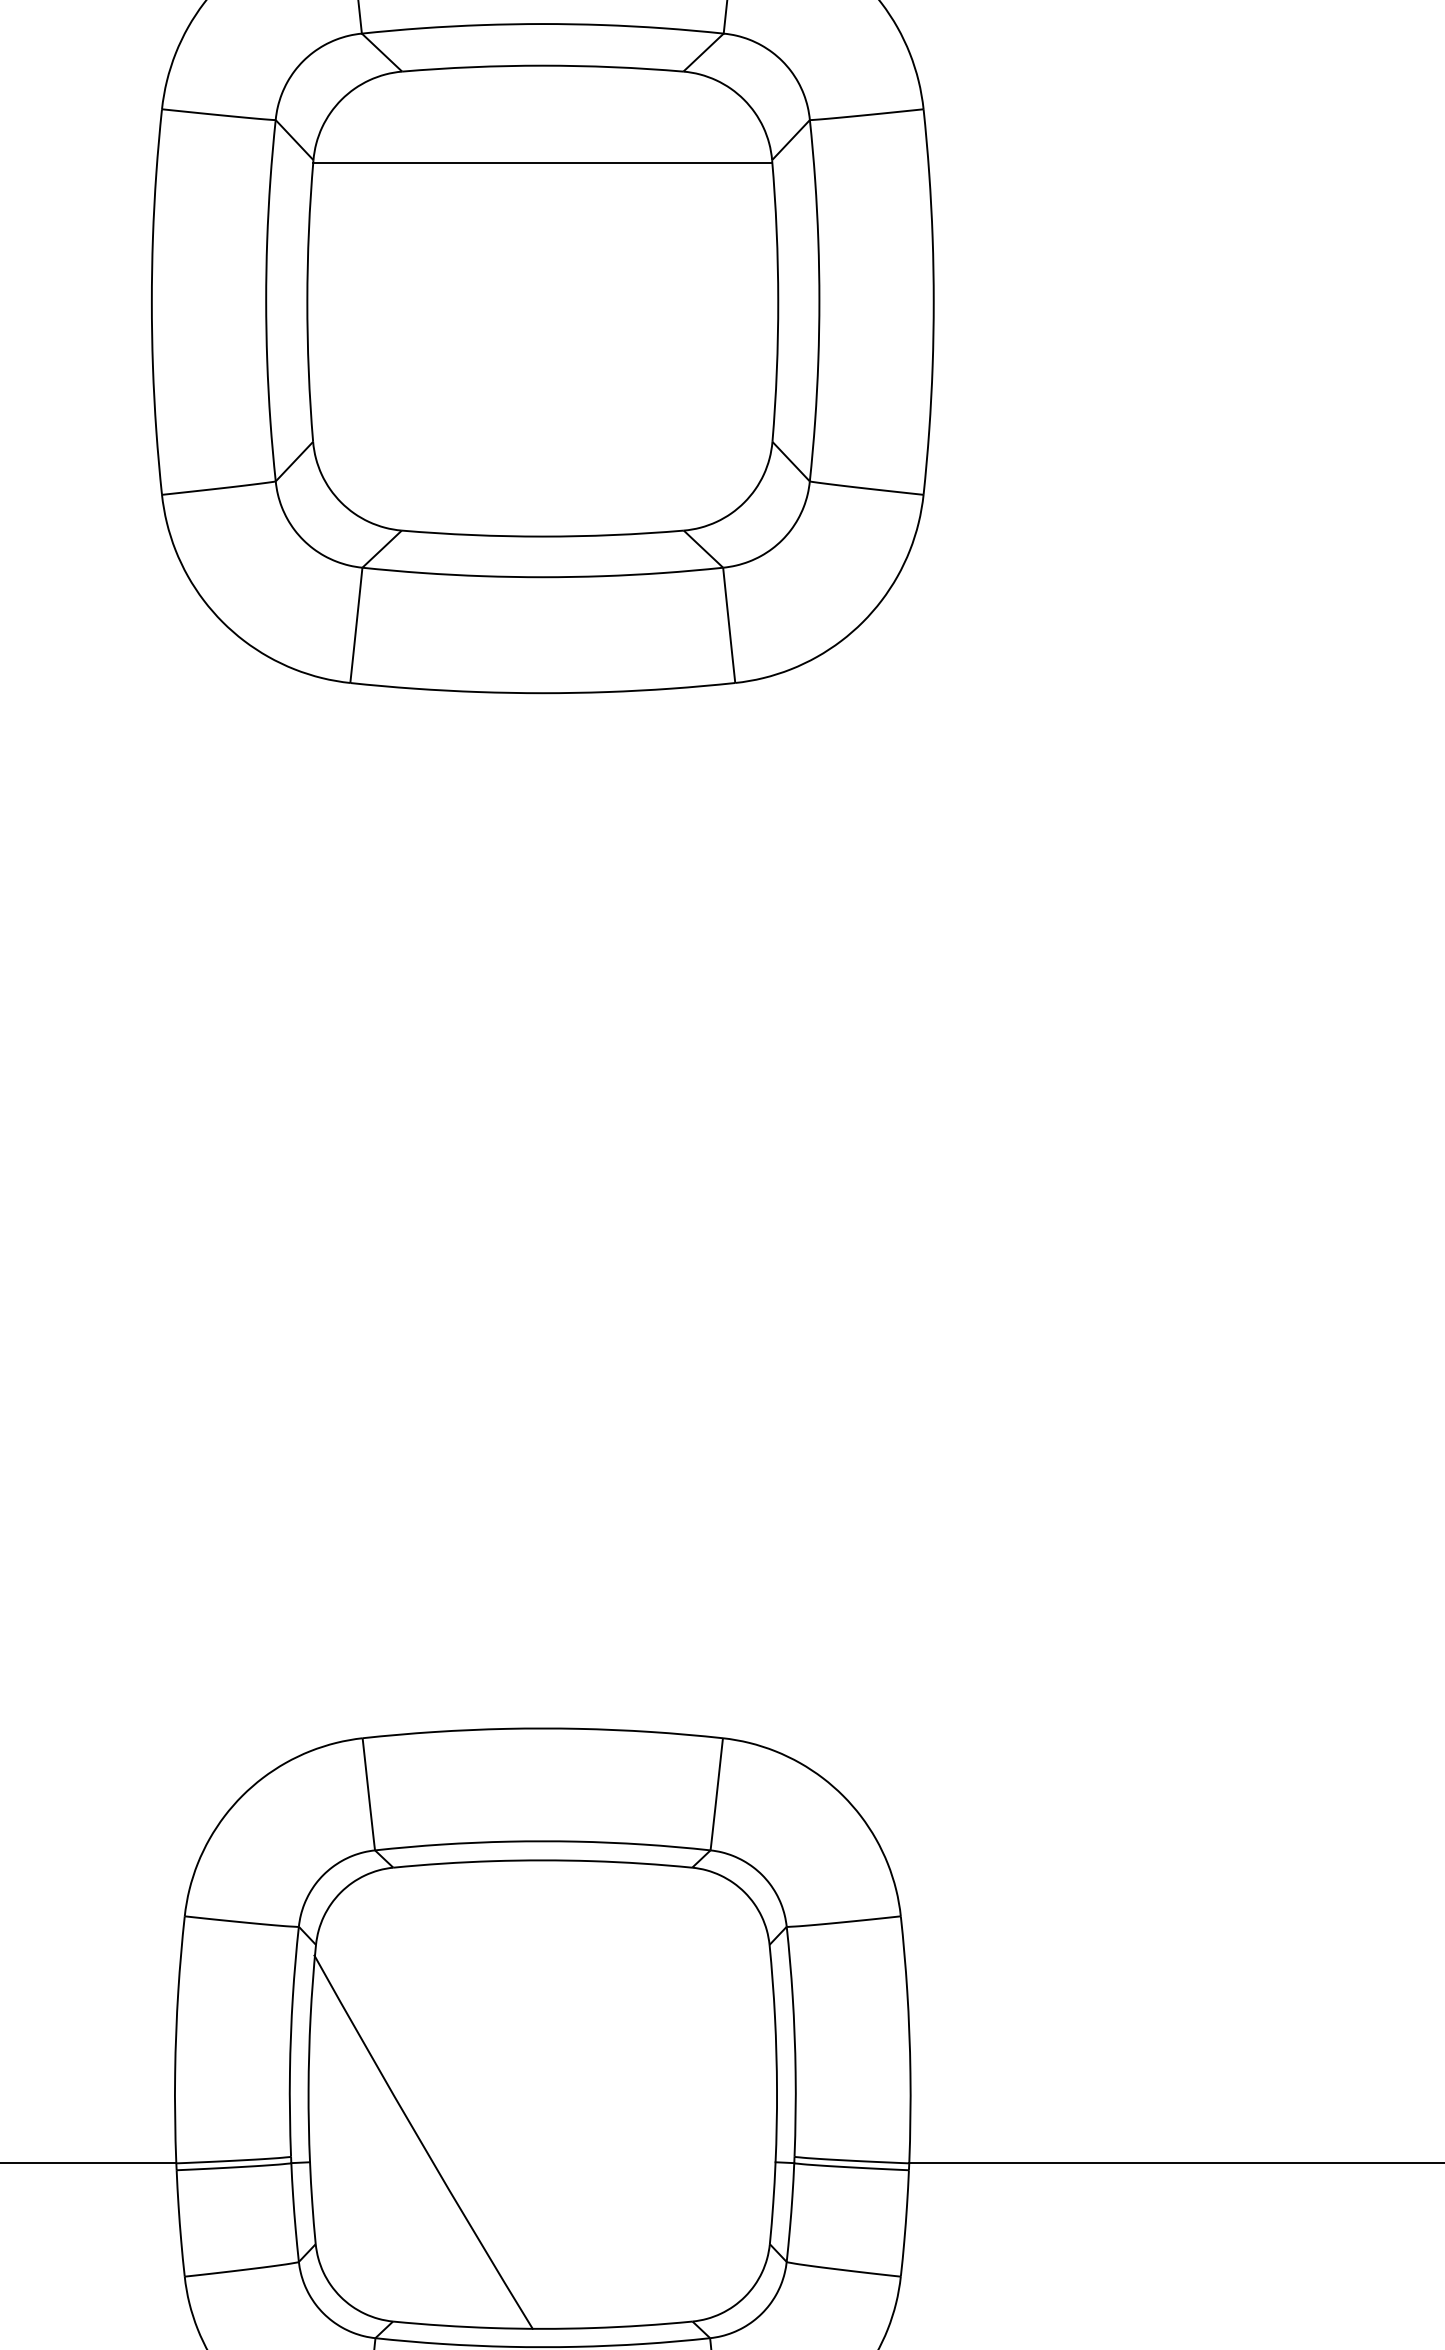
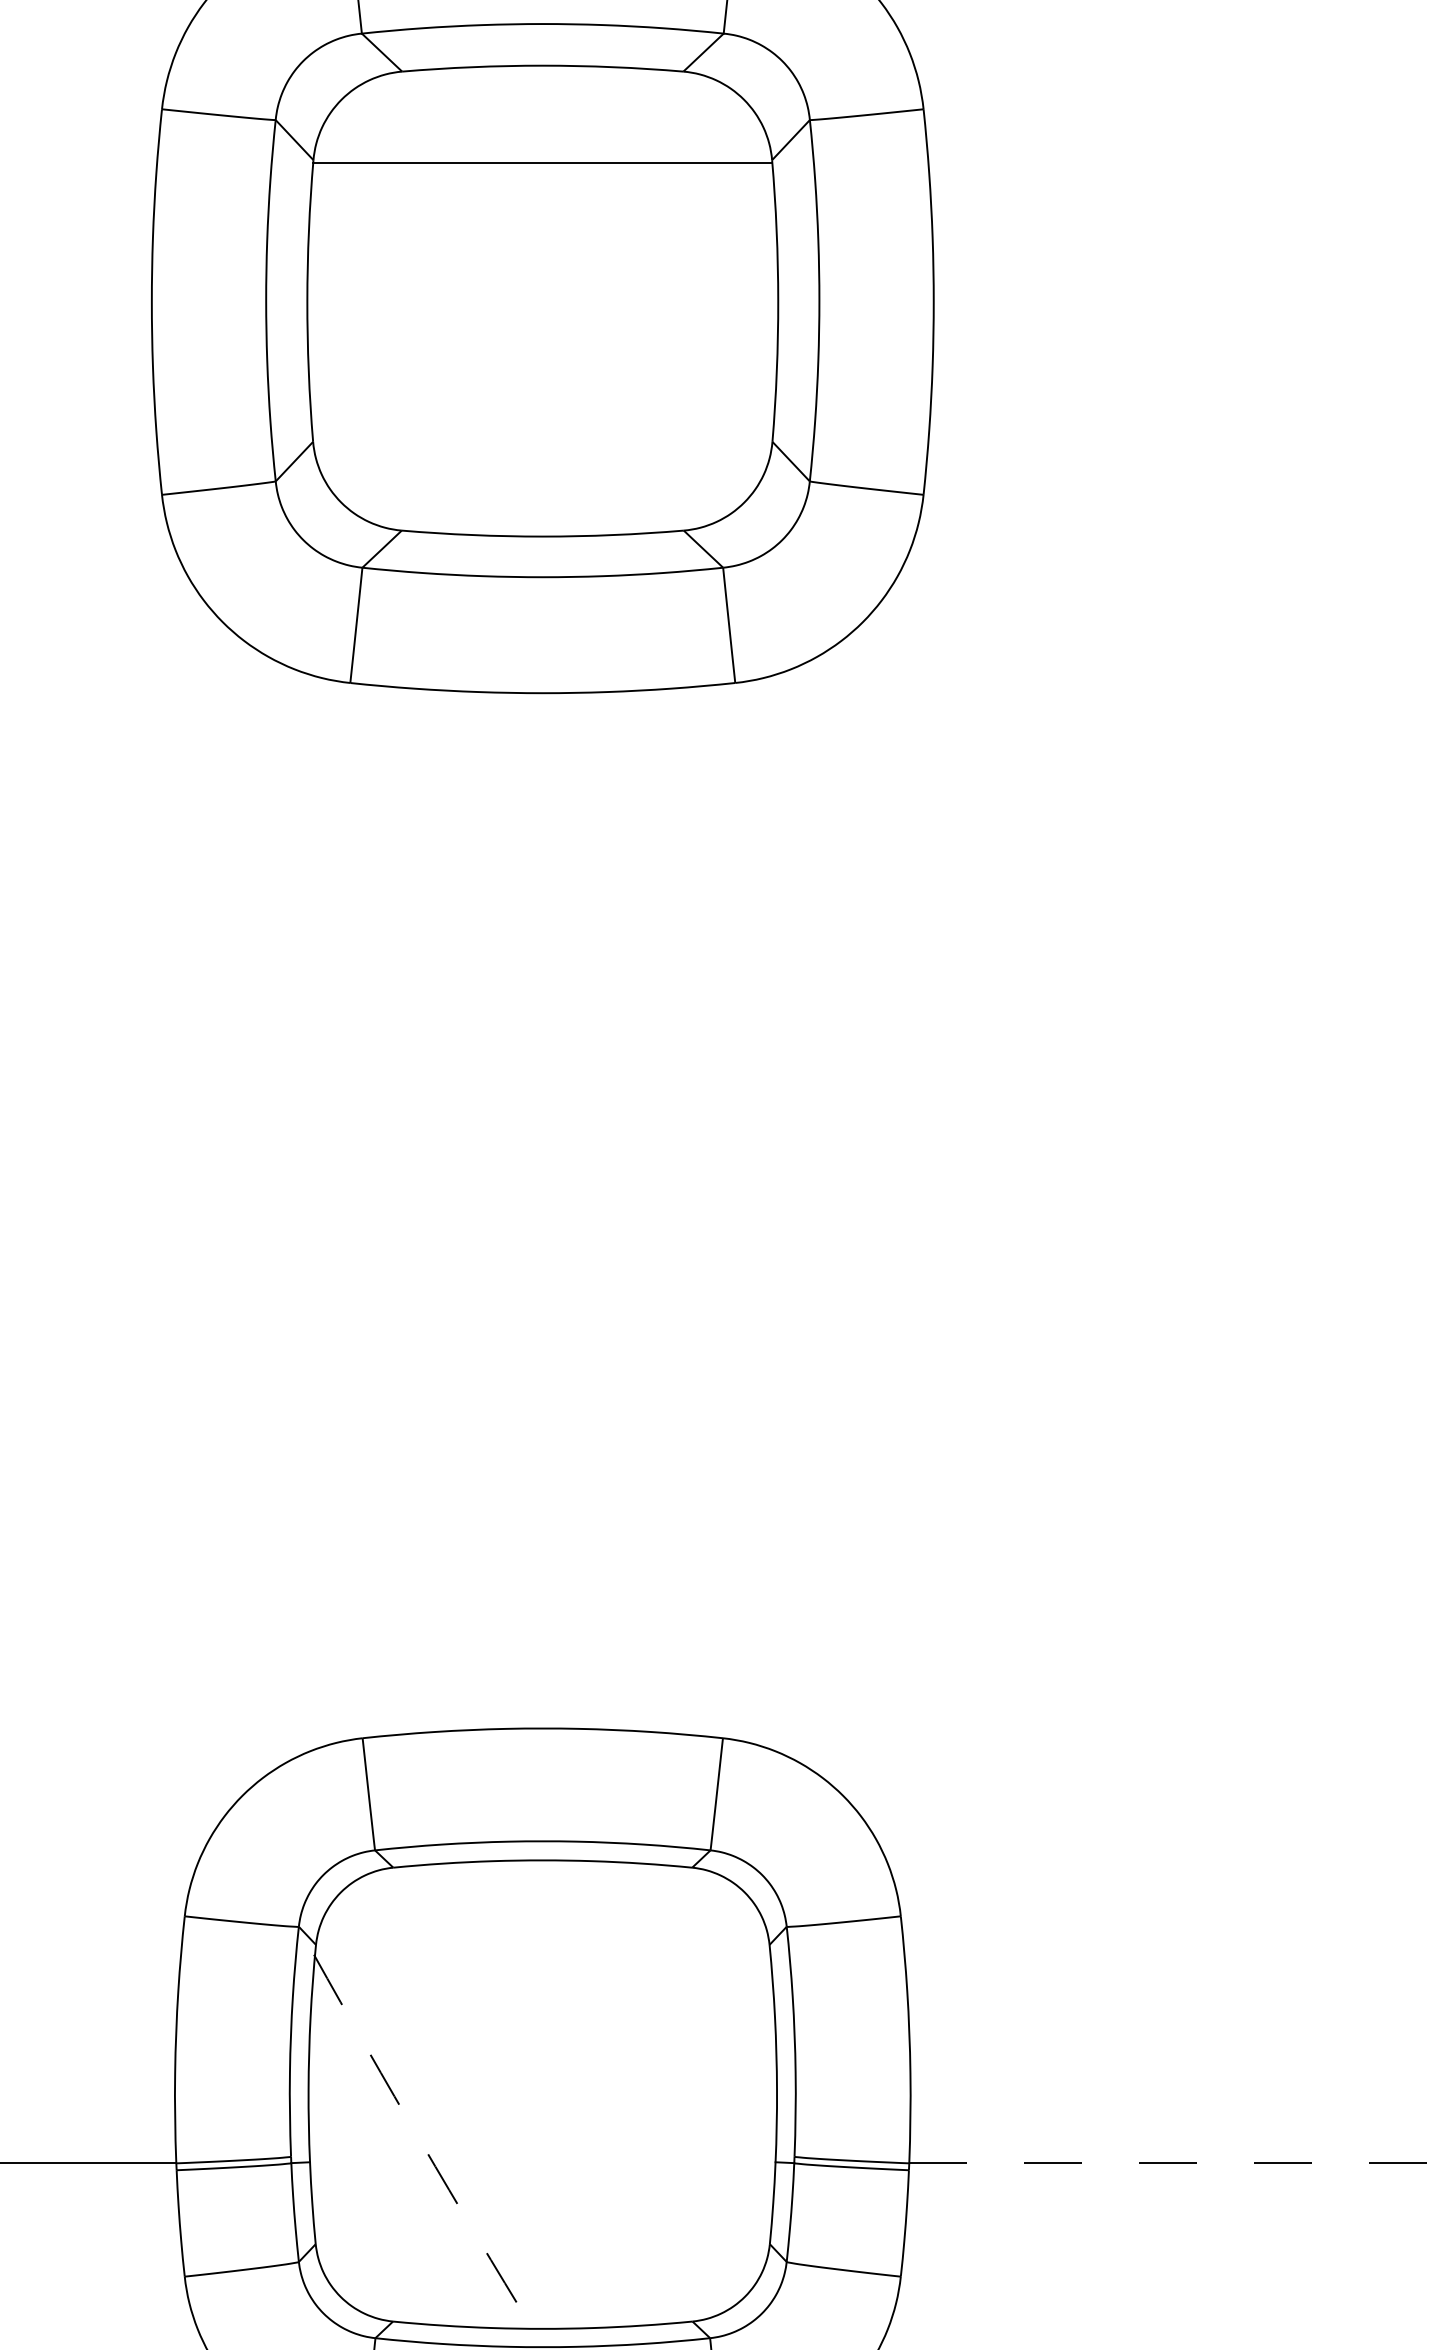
arc at (421, 2143): solid -> dashed
line at (1177, 2163): solid -> dashed
